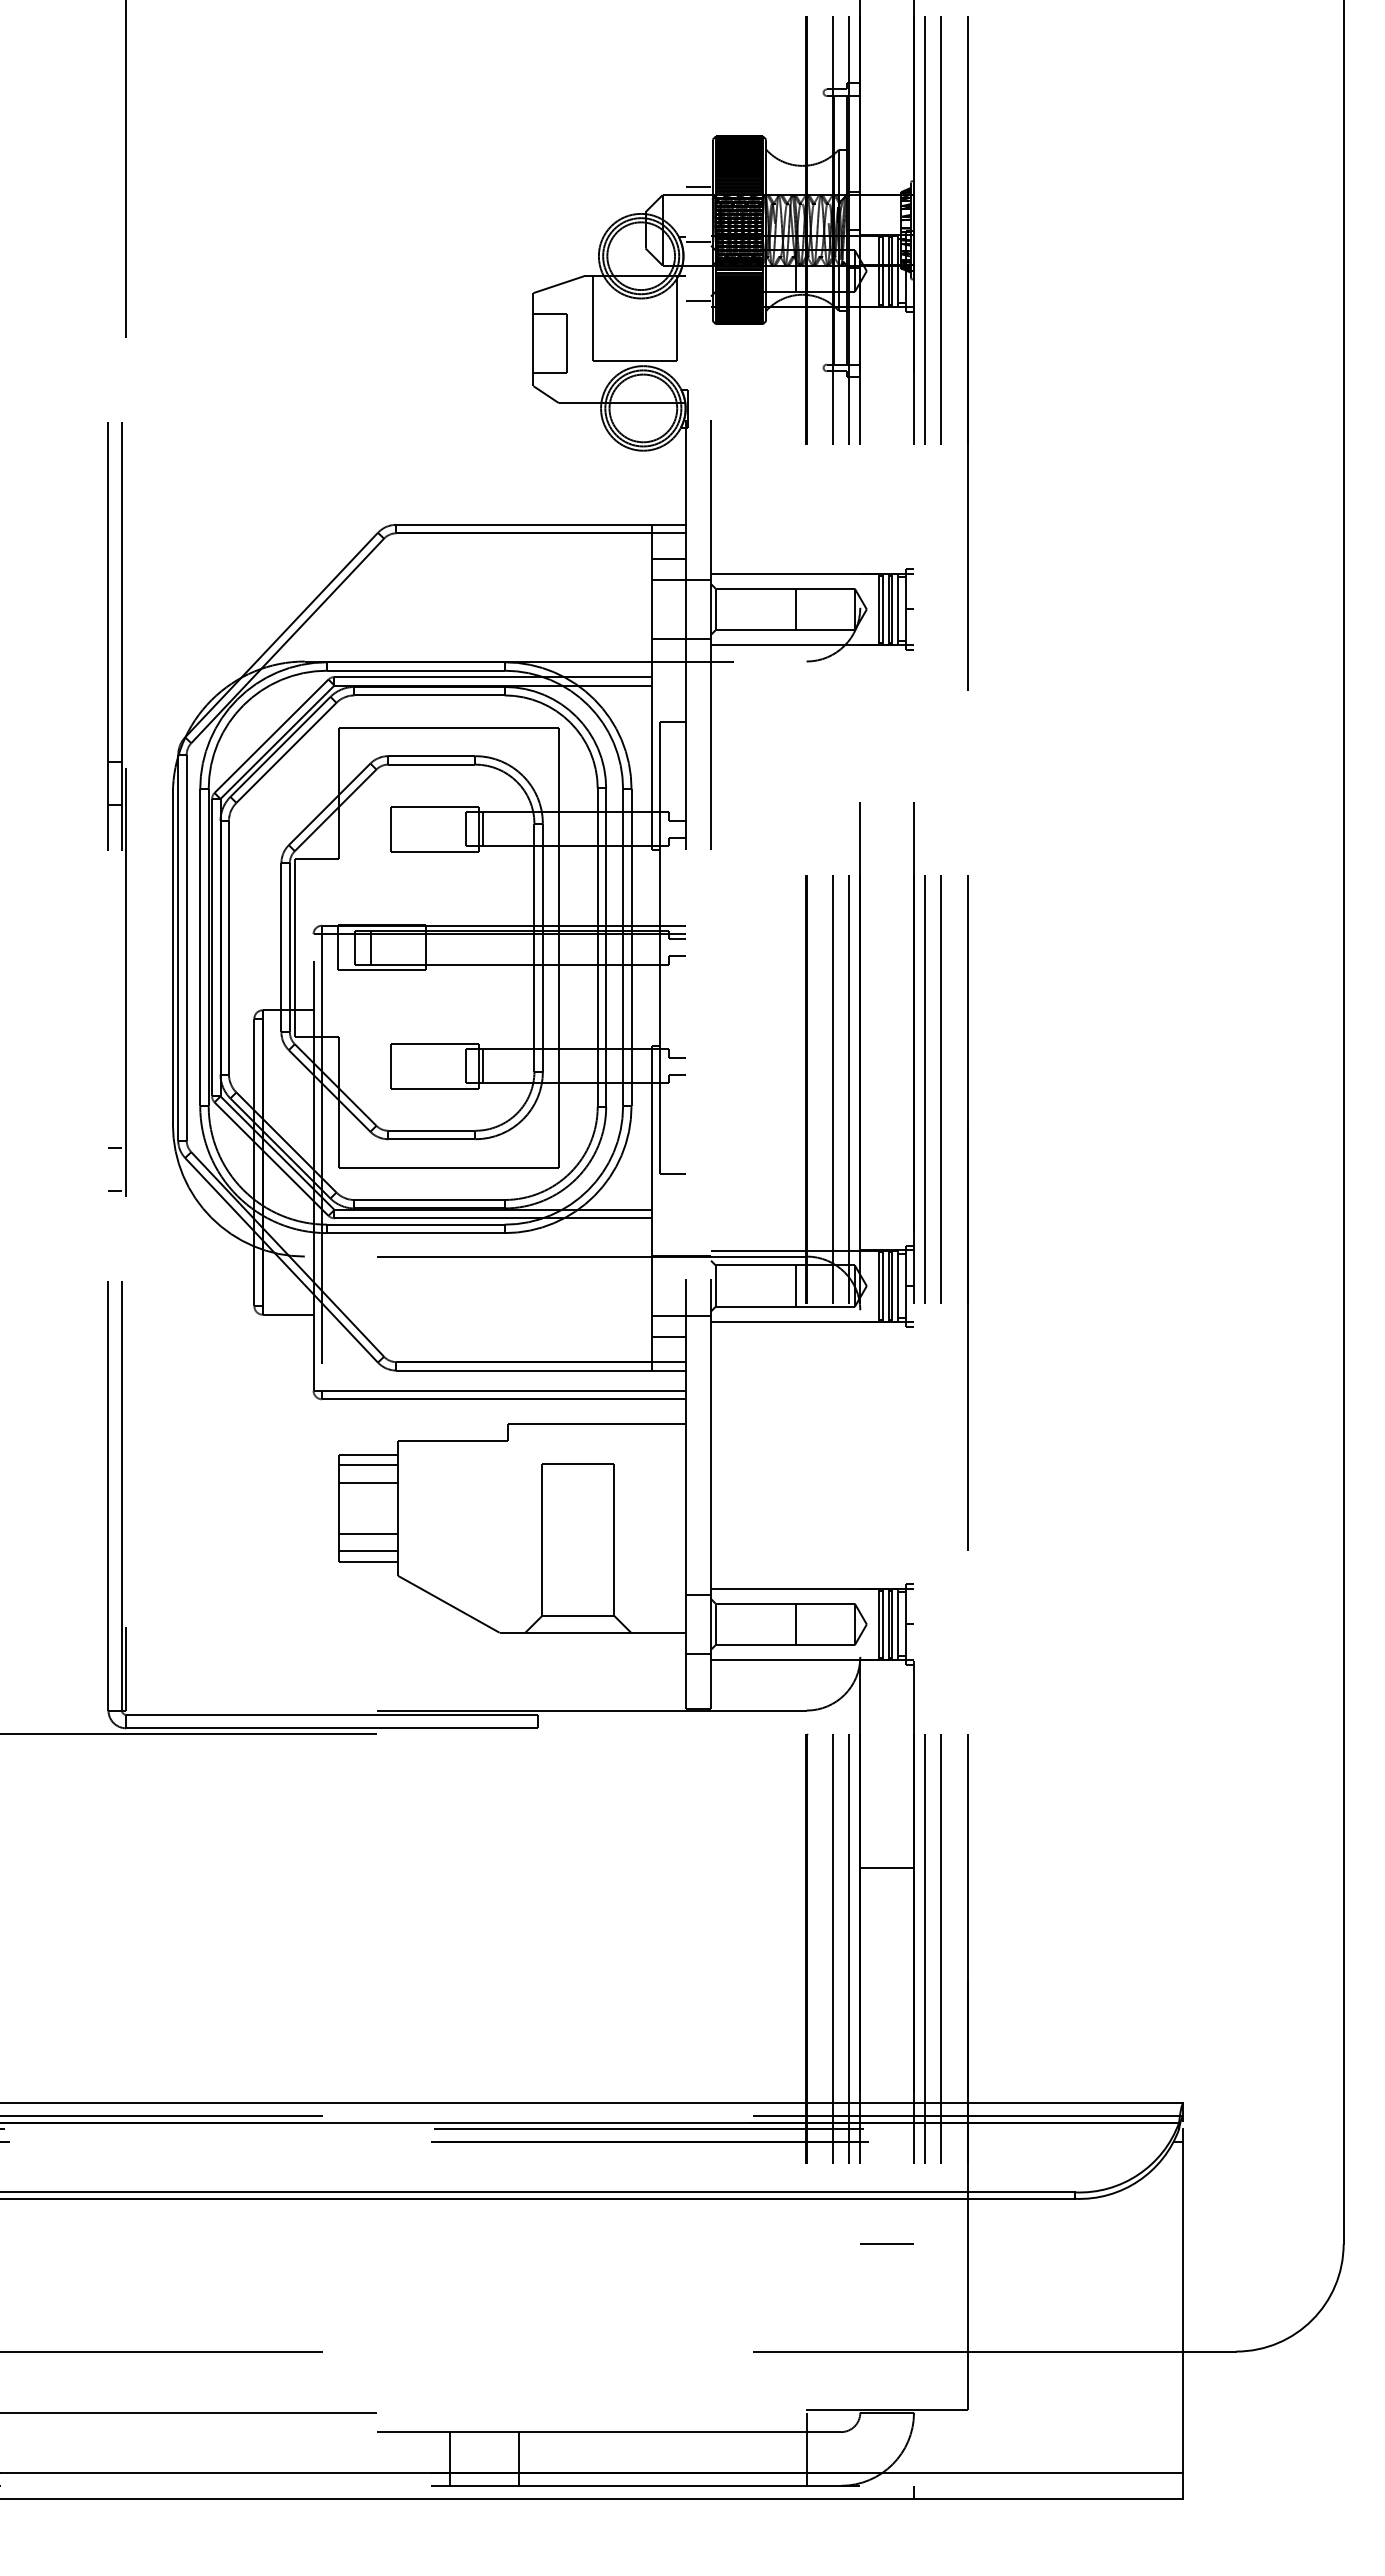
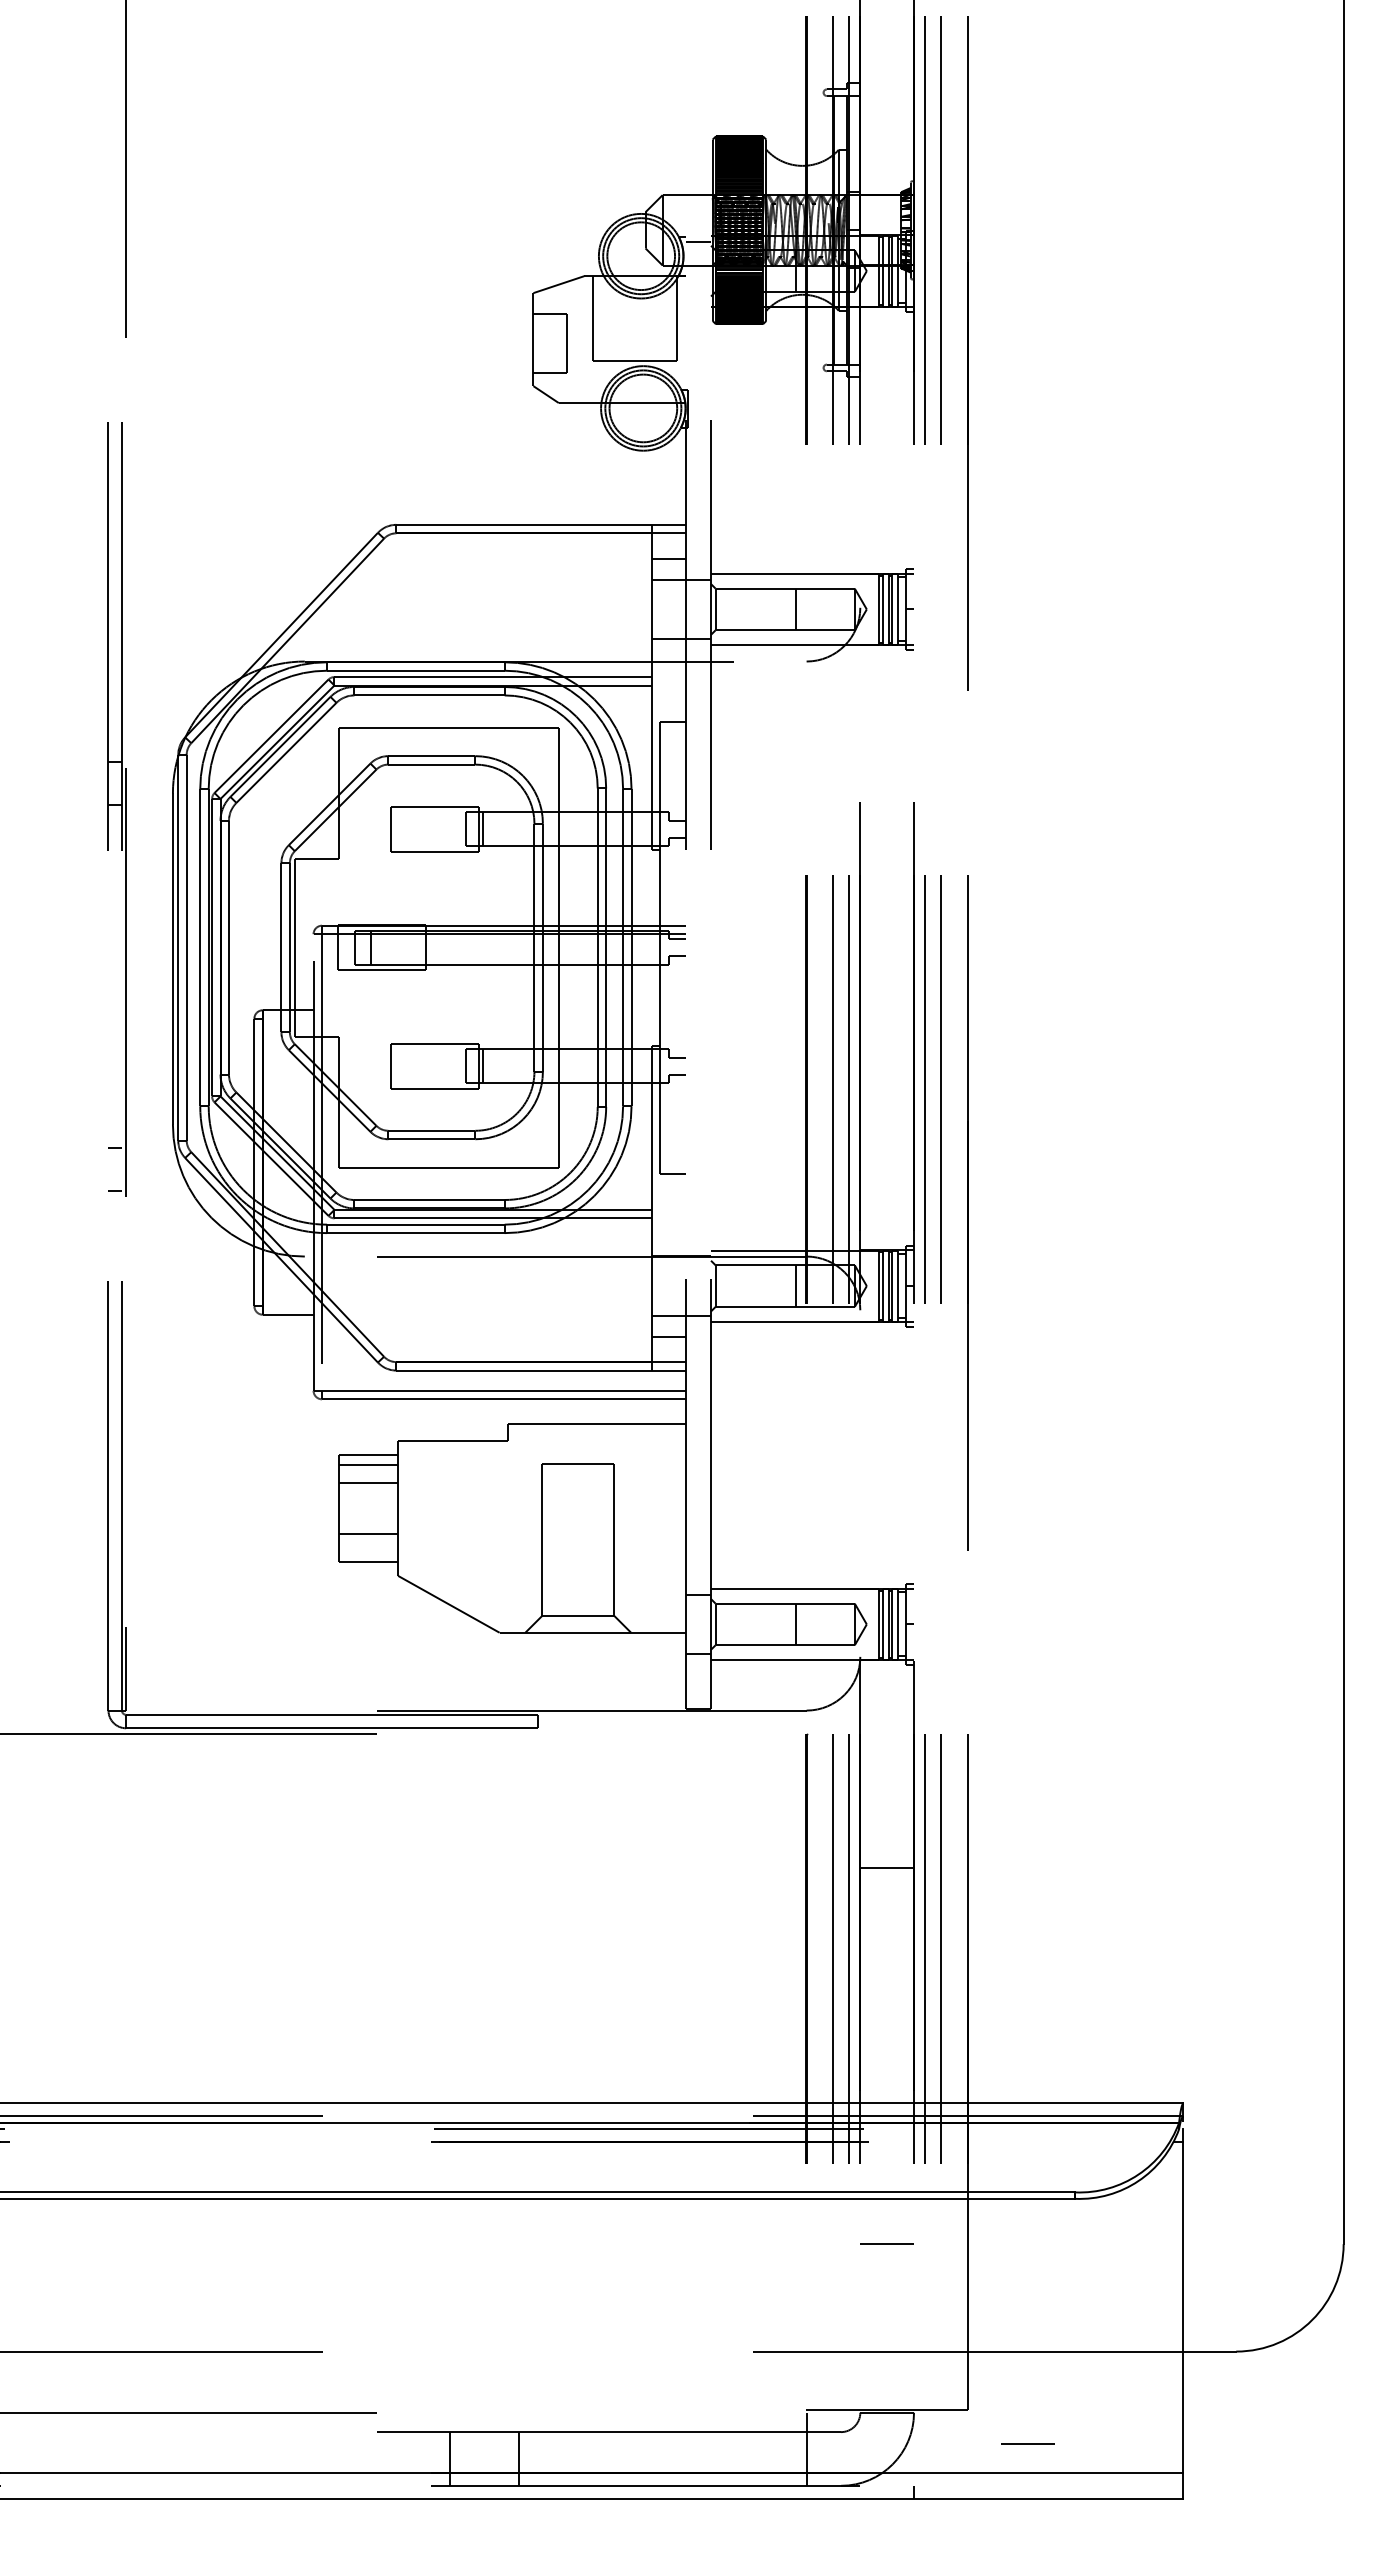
line at (698, 186): present -> none
line at (698, 300): present -> none
line at (368, 1551): present -> none
line at (1027, 2443): none -> present
